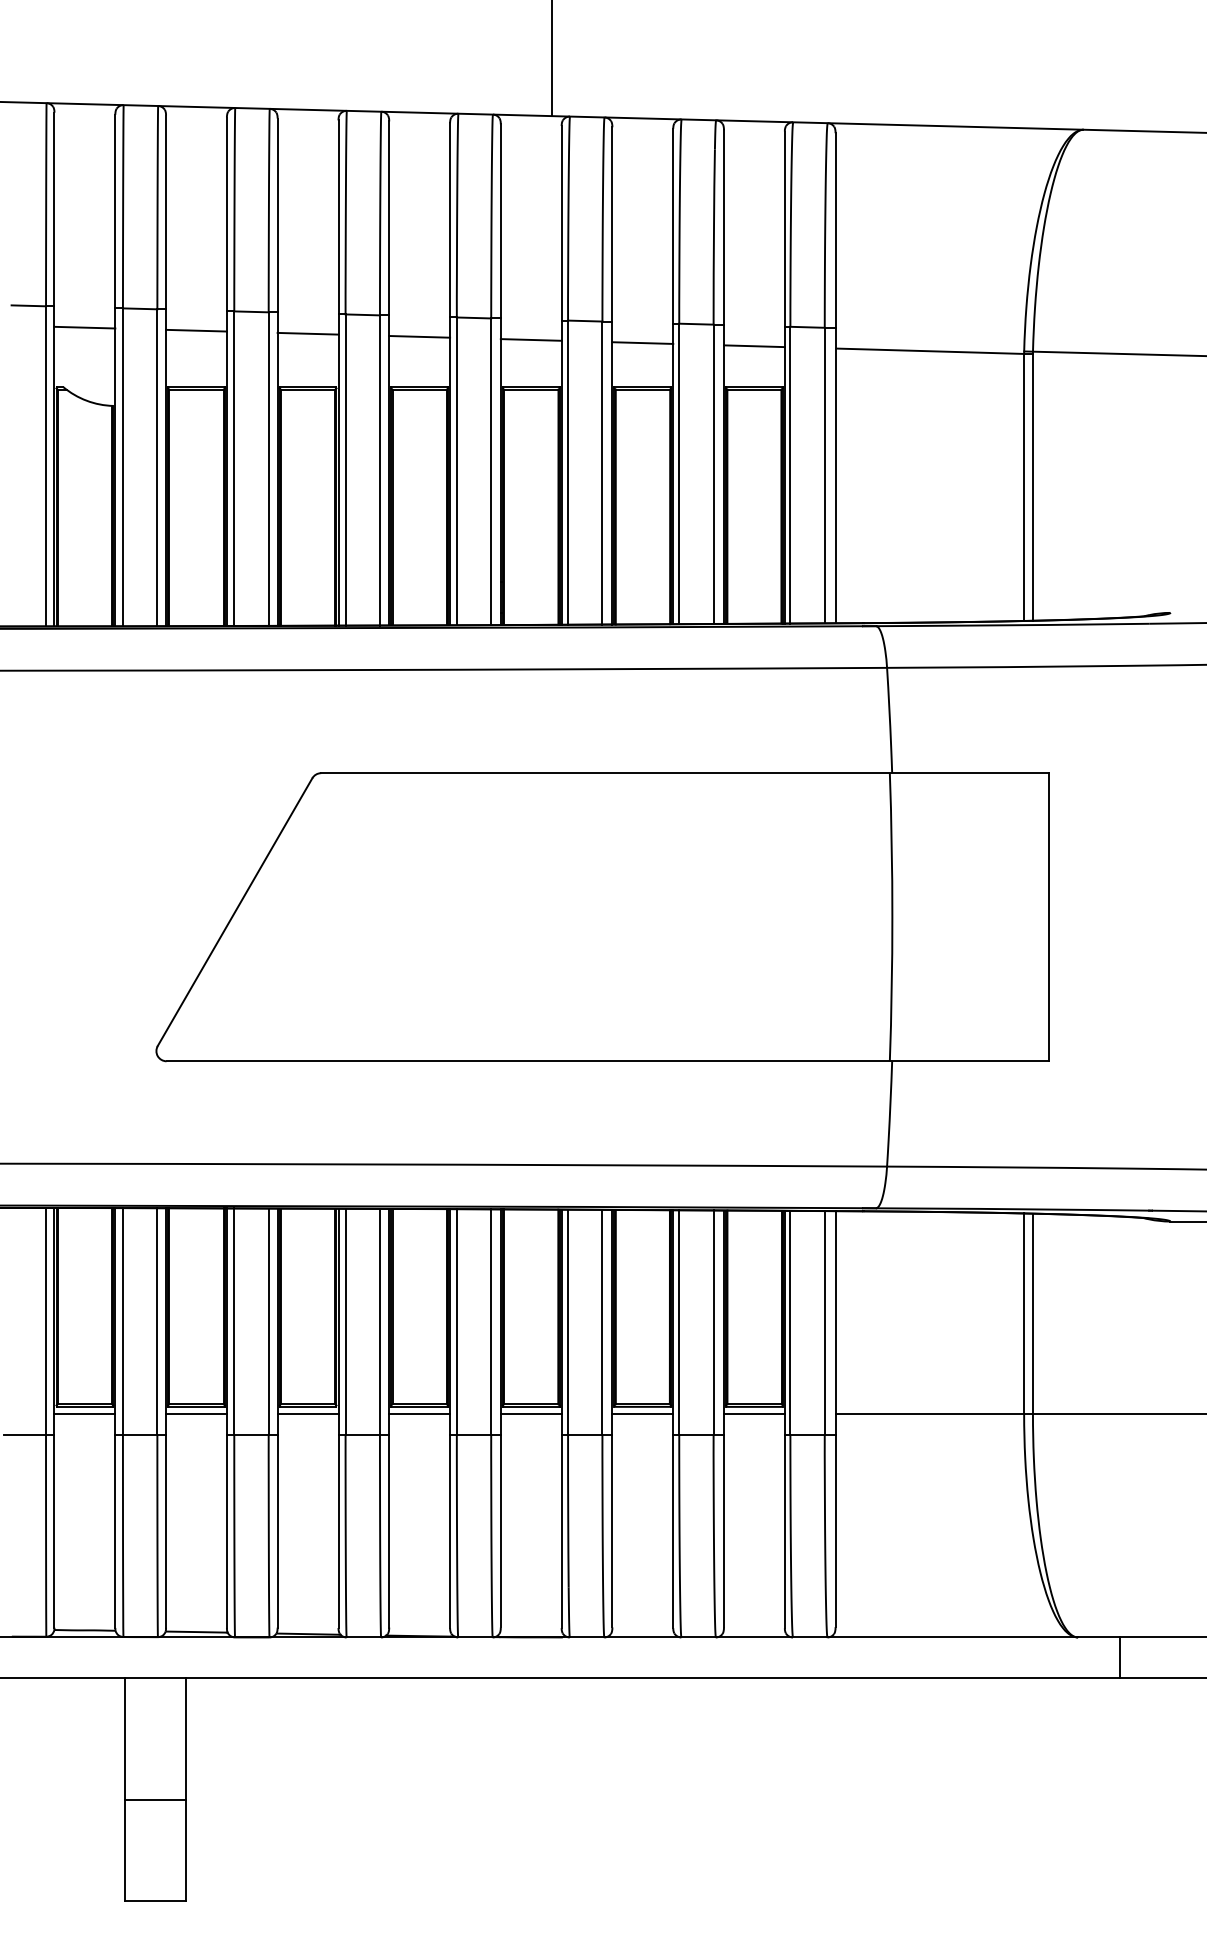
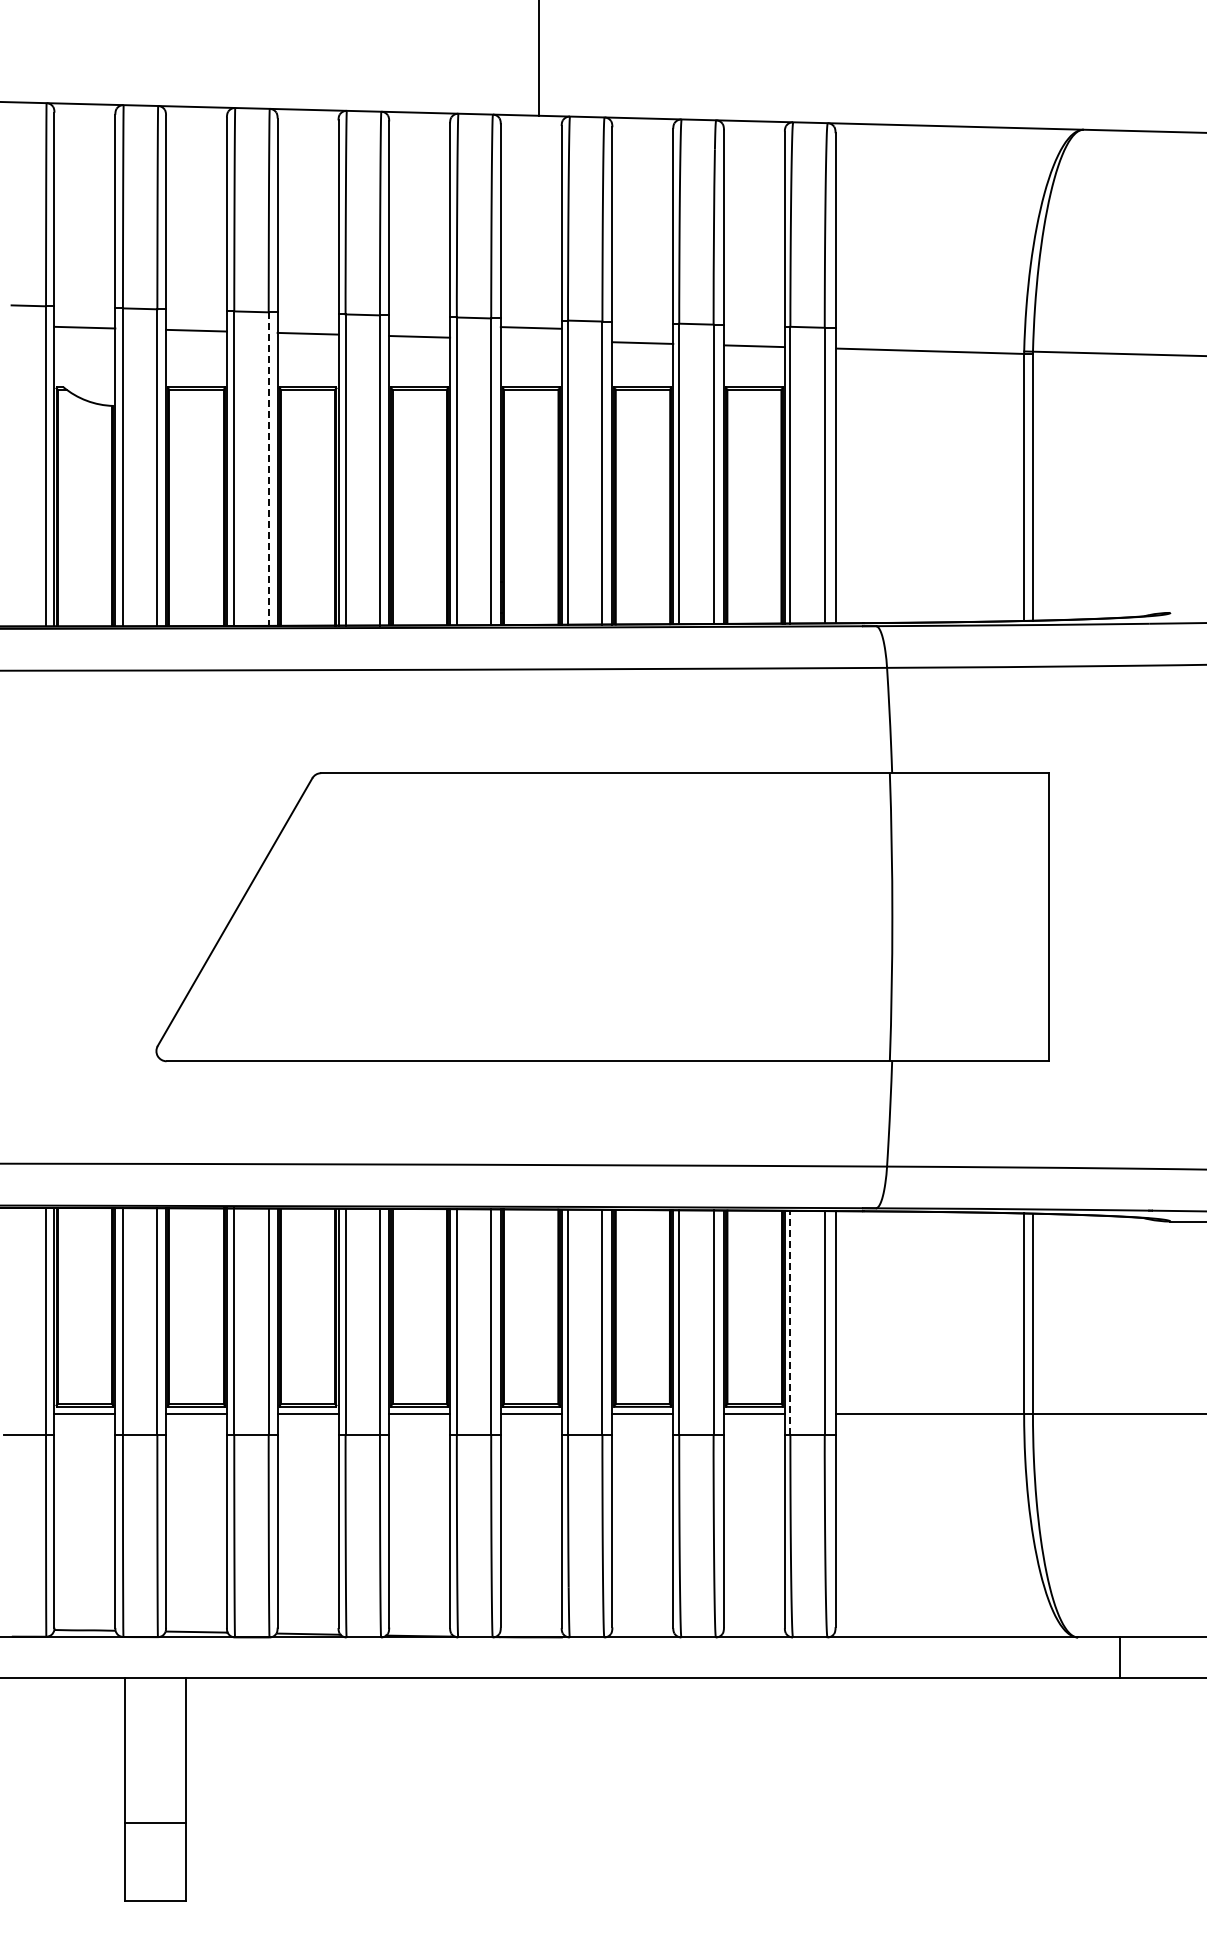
line at (551, 59) position: (551, 59) -> (538, 59)
line at (530, 339) position: (530, 339) -> (530, 327)
line at (268, 469): solid -> dashed
line at (790, 1322): solid -> dashed
line at (155, 1799) position: (155, 1799) -> (155, 1822)
